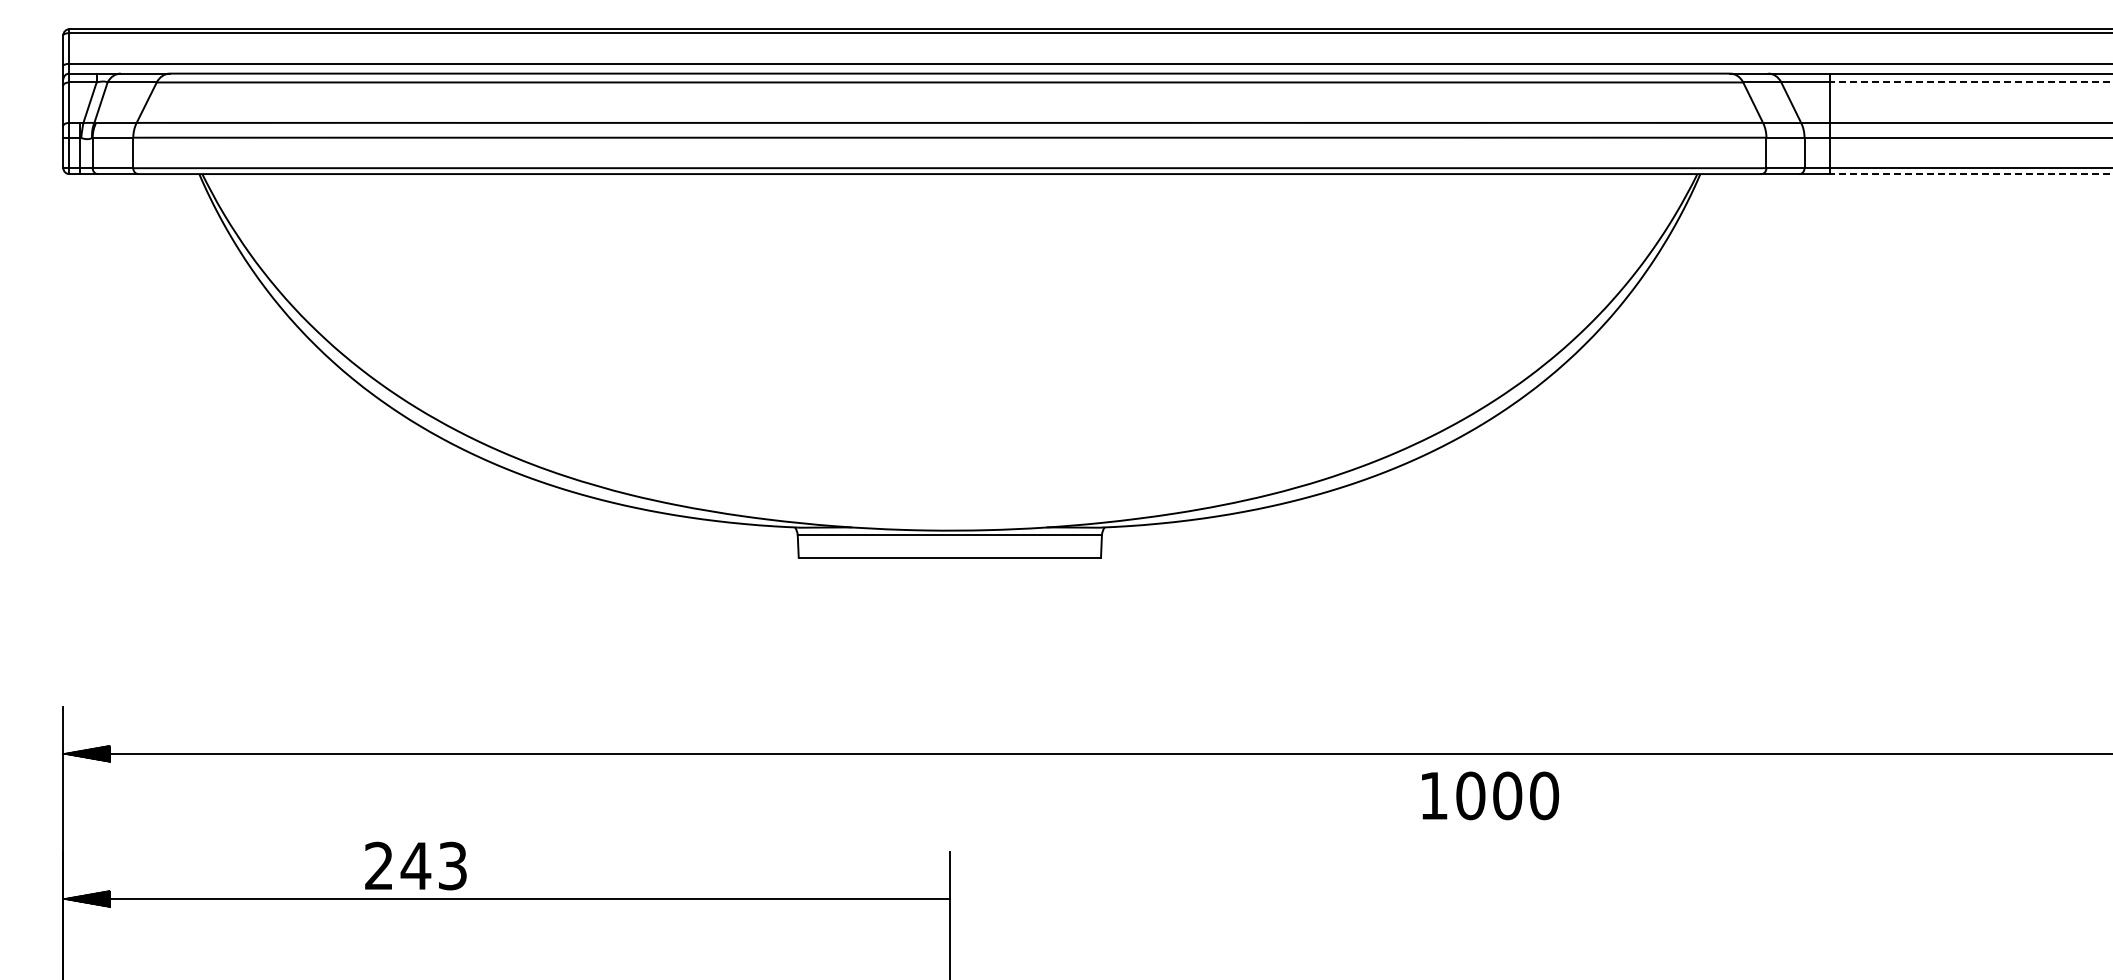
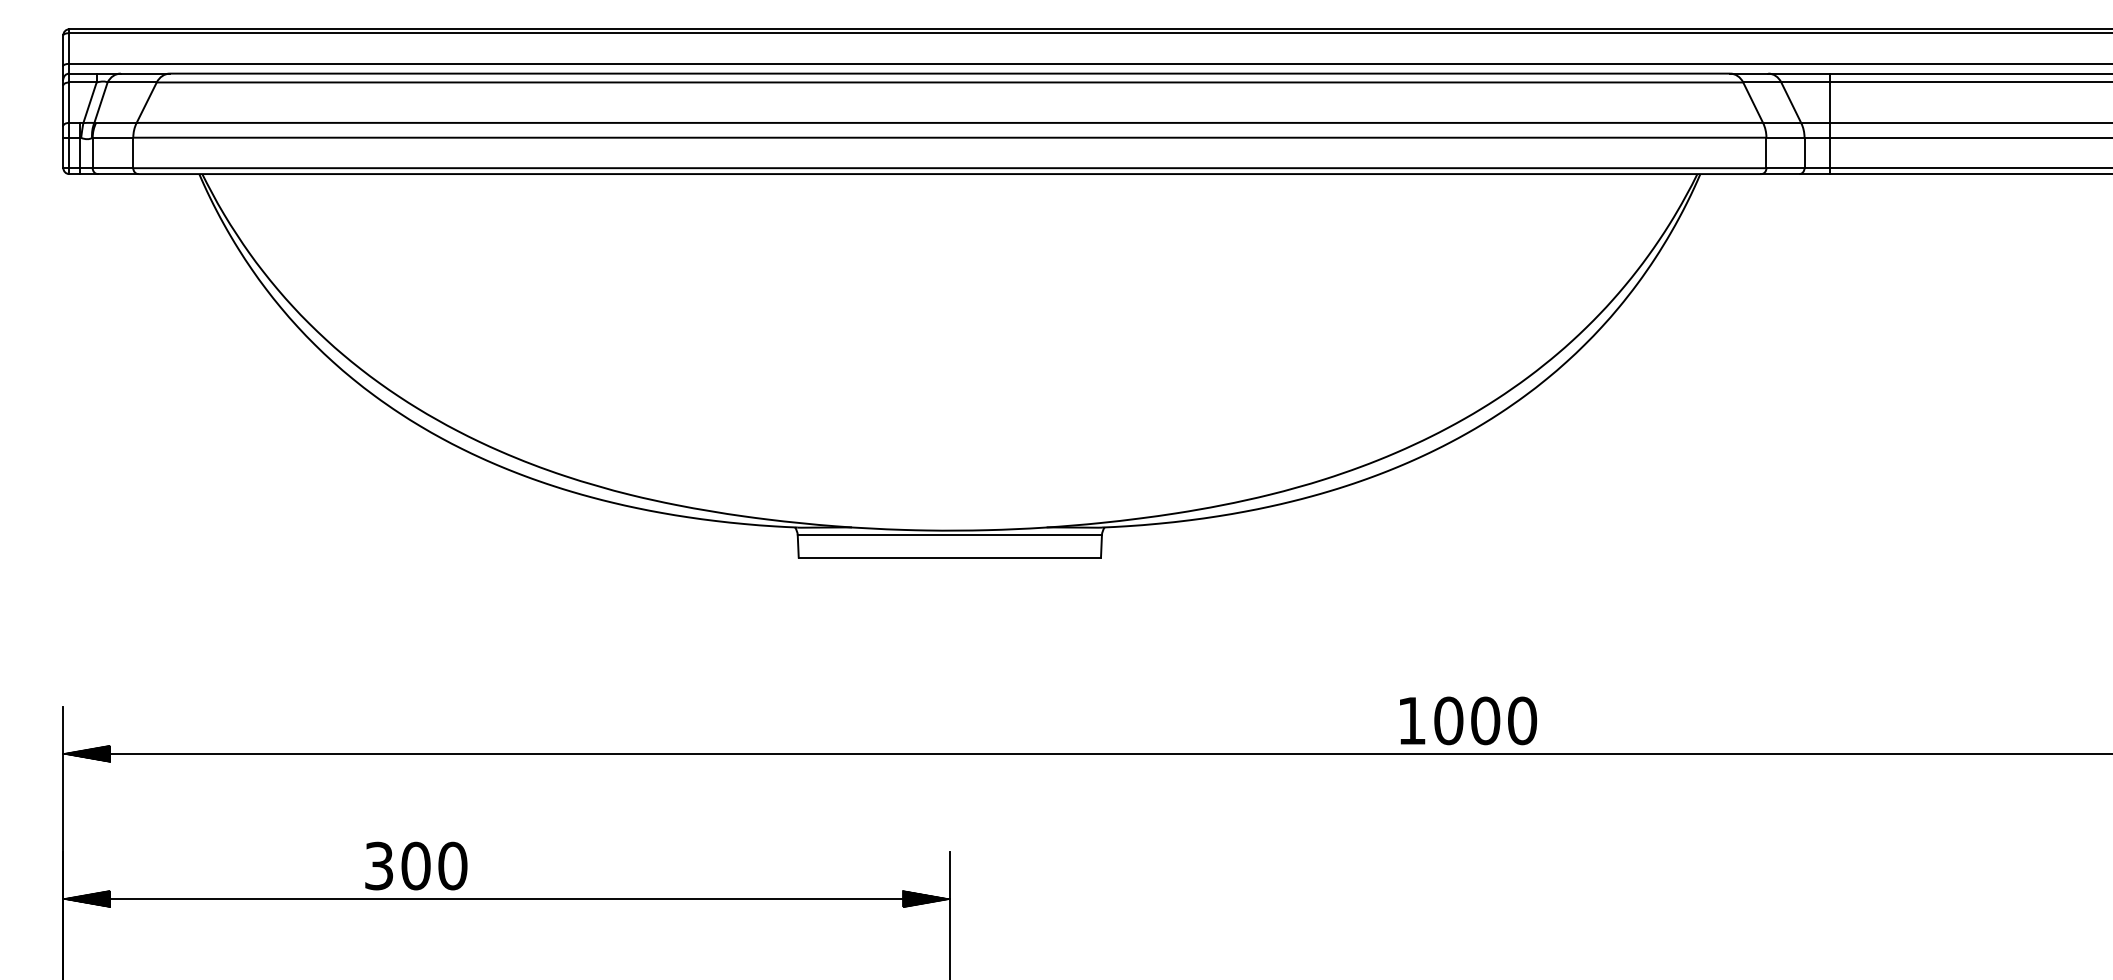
line at (1970, 82): dashed -> solid
line at (1970, 174): dashed -> solid
text at (1490, 795) position: (1490, 795) -> (1468, 720)
text at (416, 865): 243 -> 300
hatch at (925, 898): none -> present
